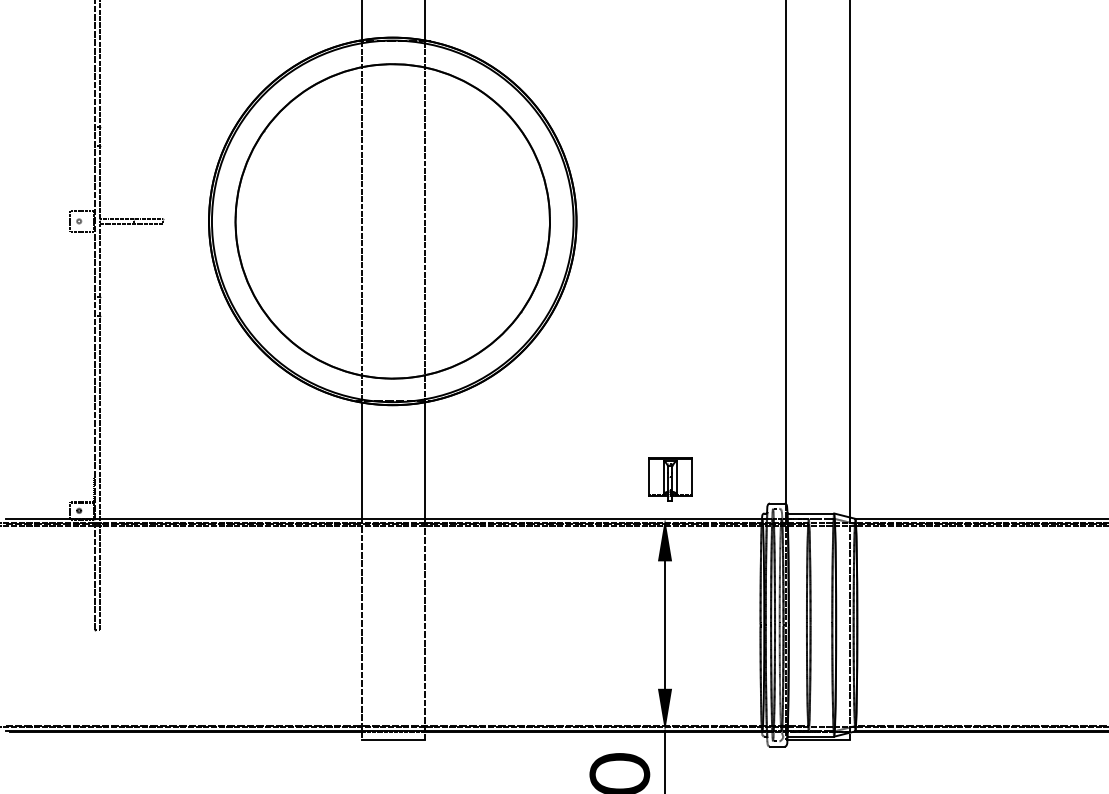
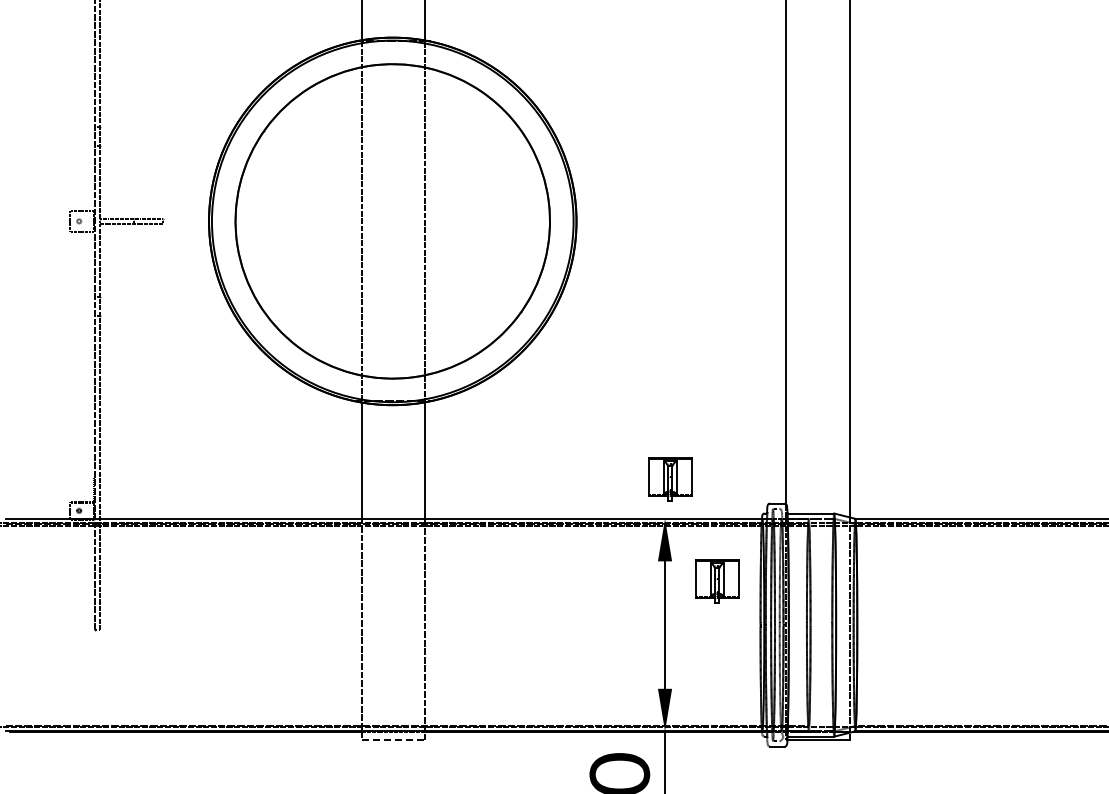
part at (717, 581): none -> present
line at (393, 740): solid -> dashed
